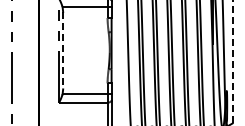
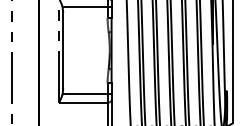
line at (63, 50): dashed -> solid
line at (232, 61): dashed -> solid
